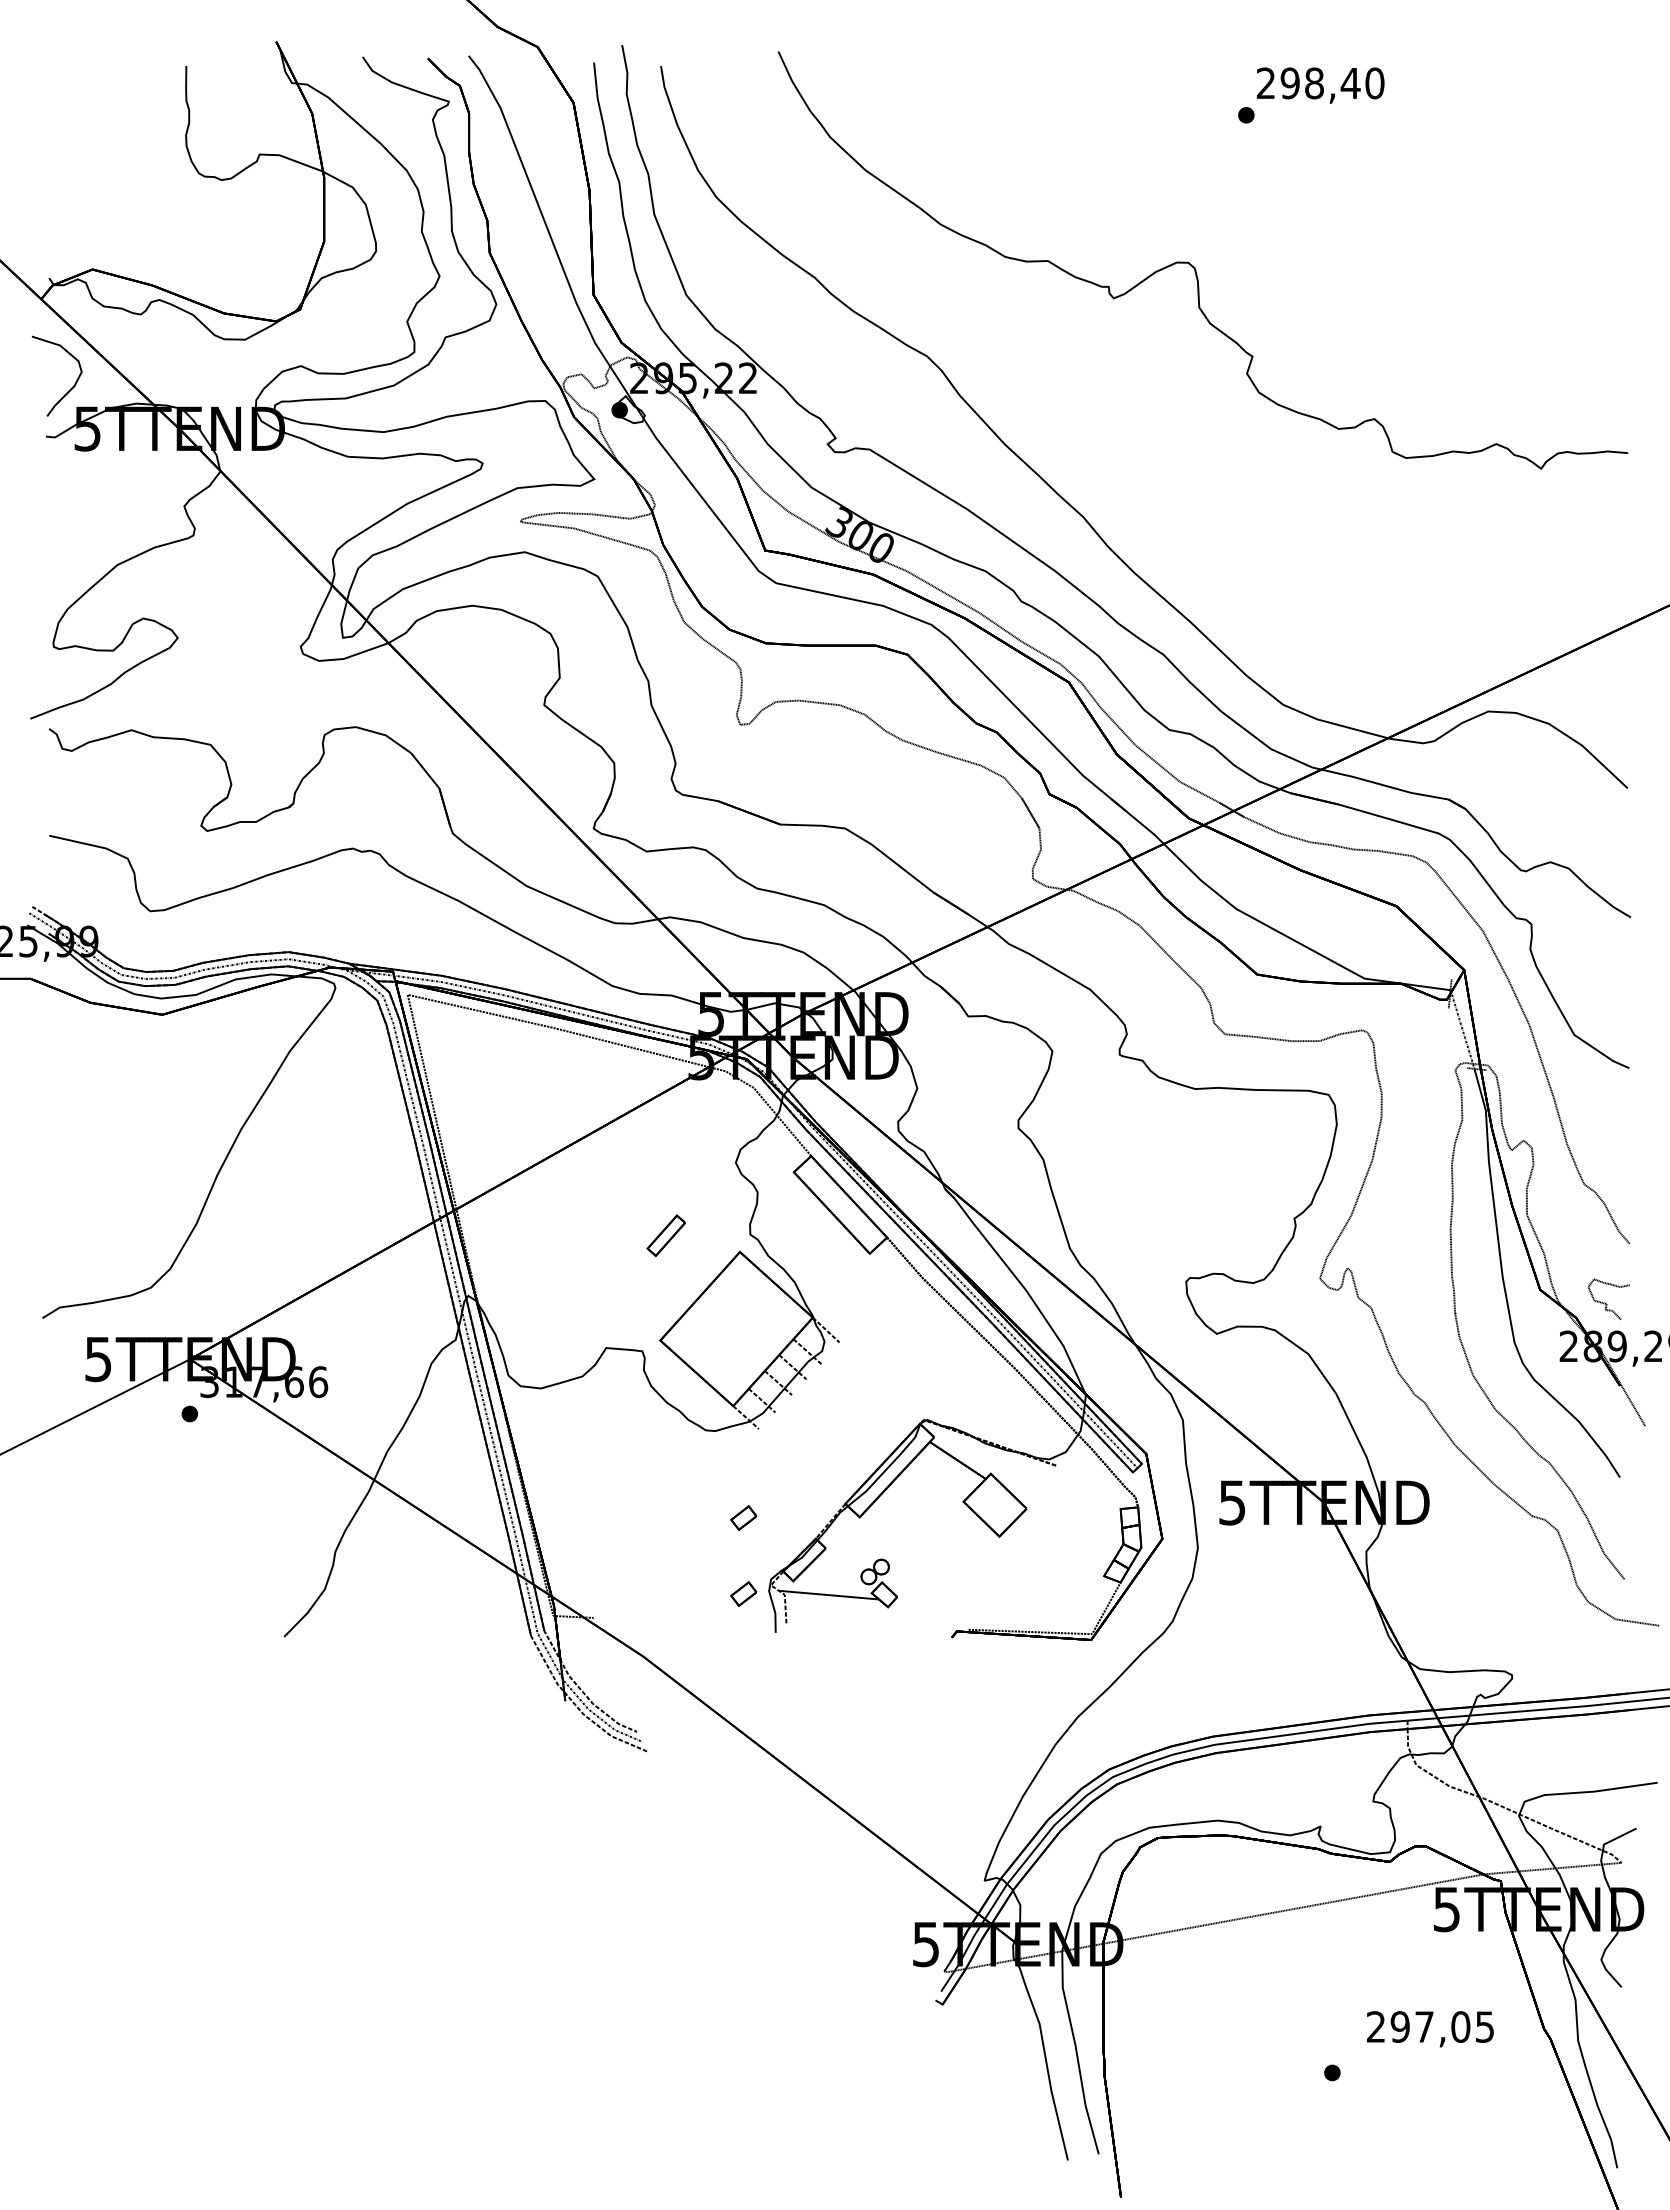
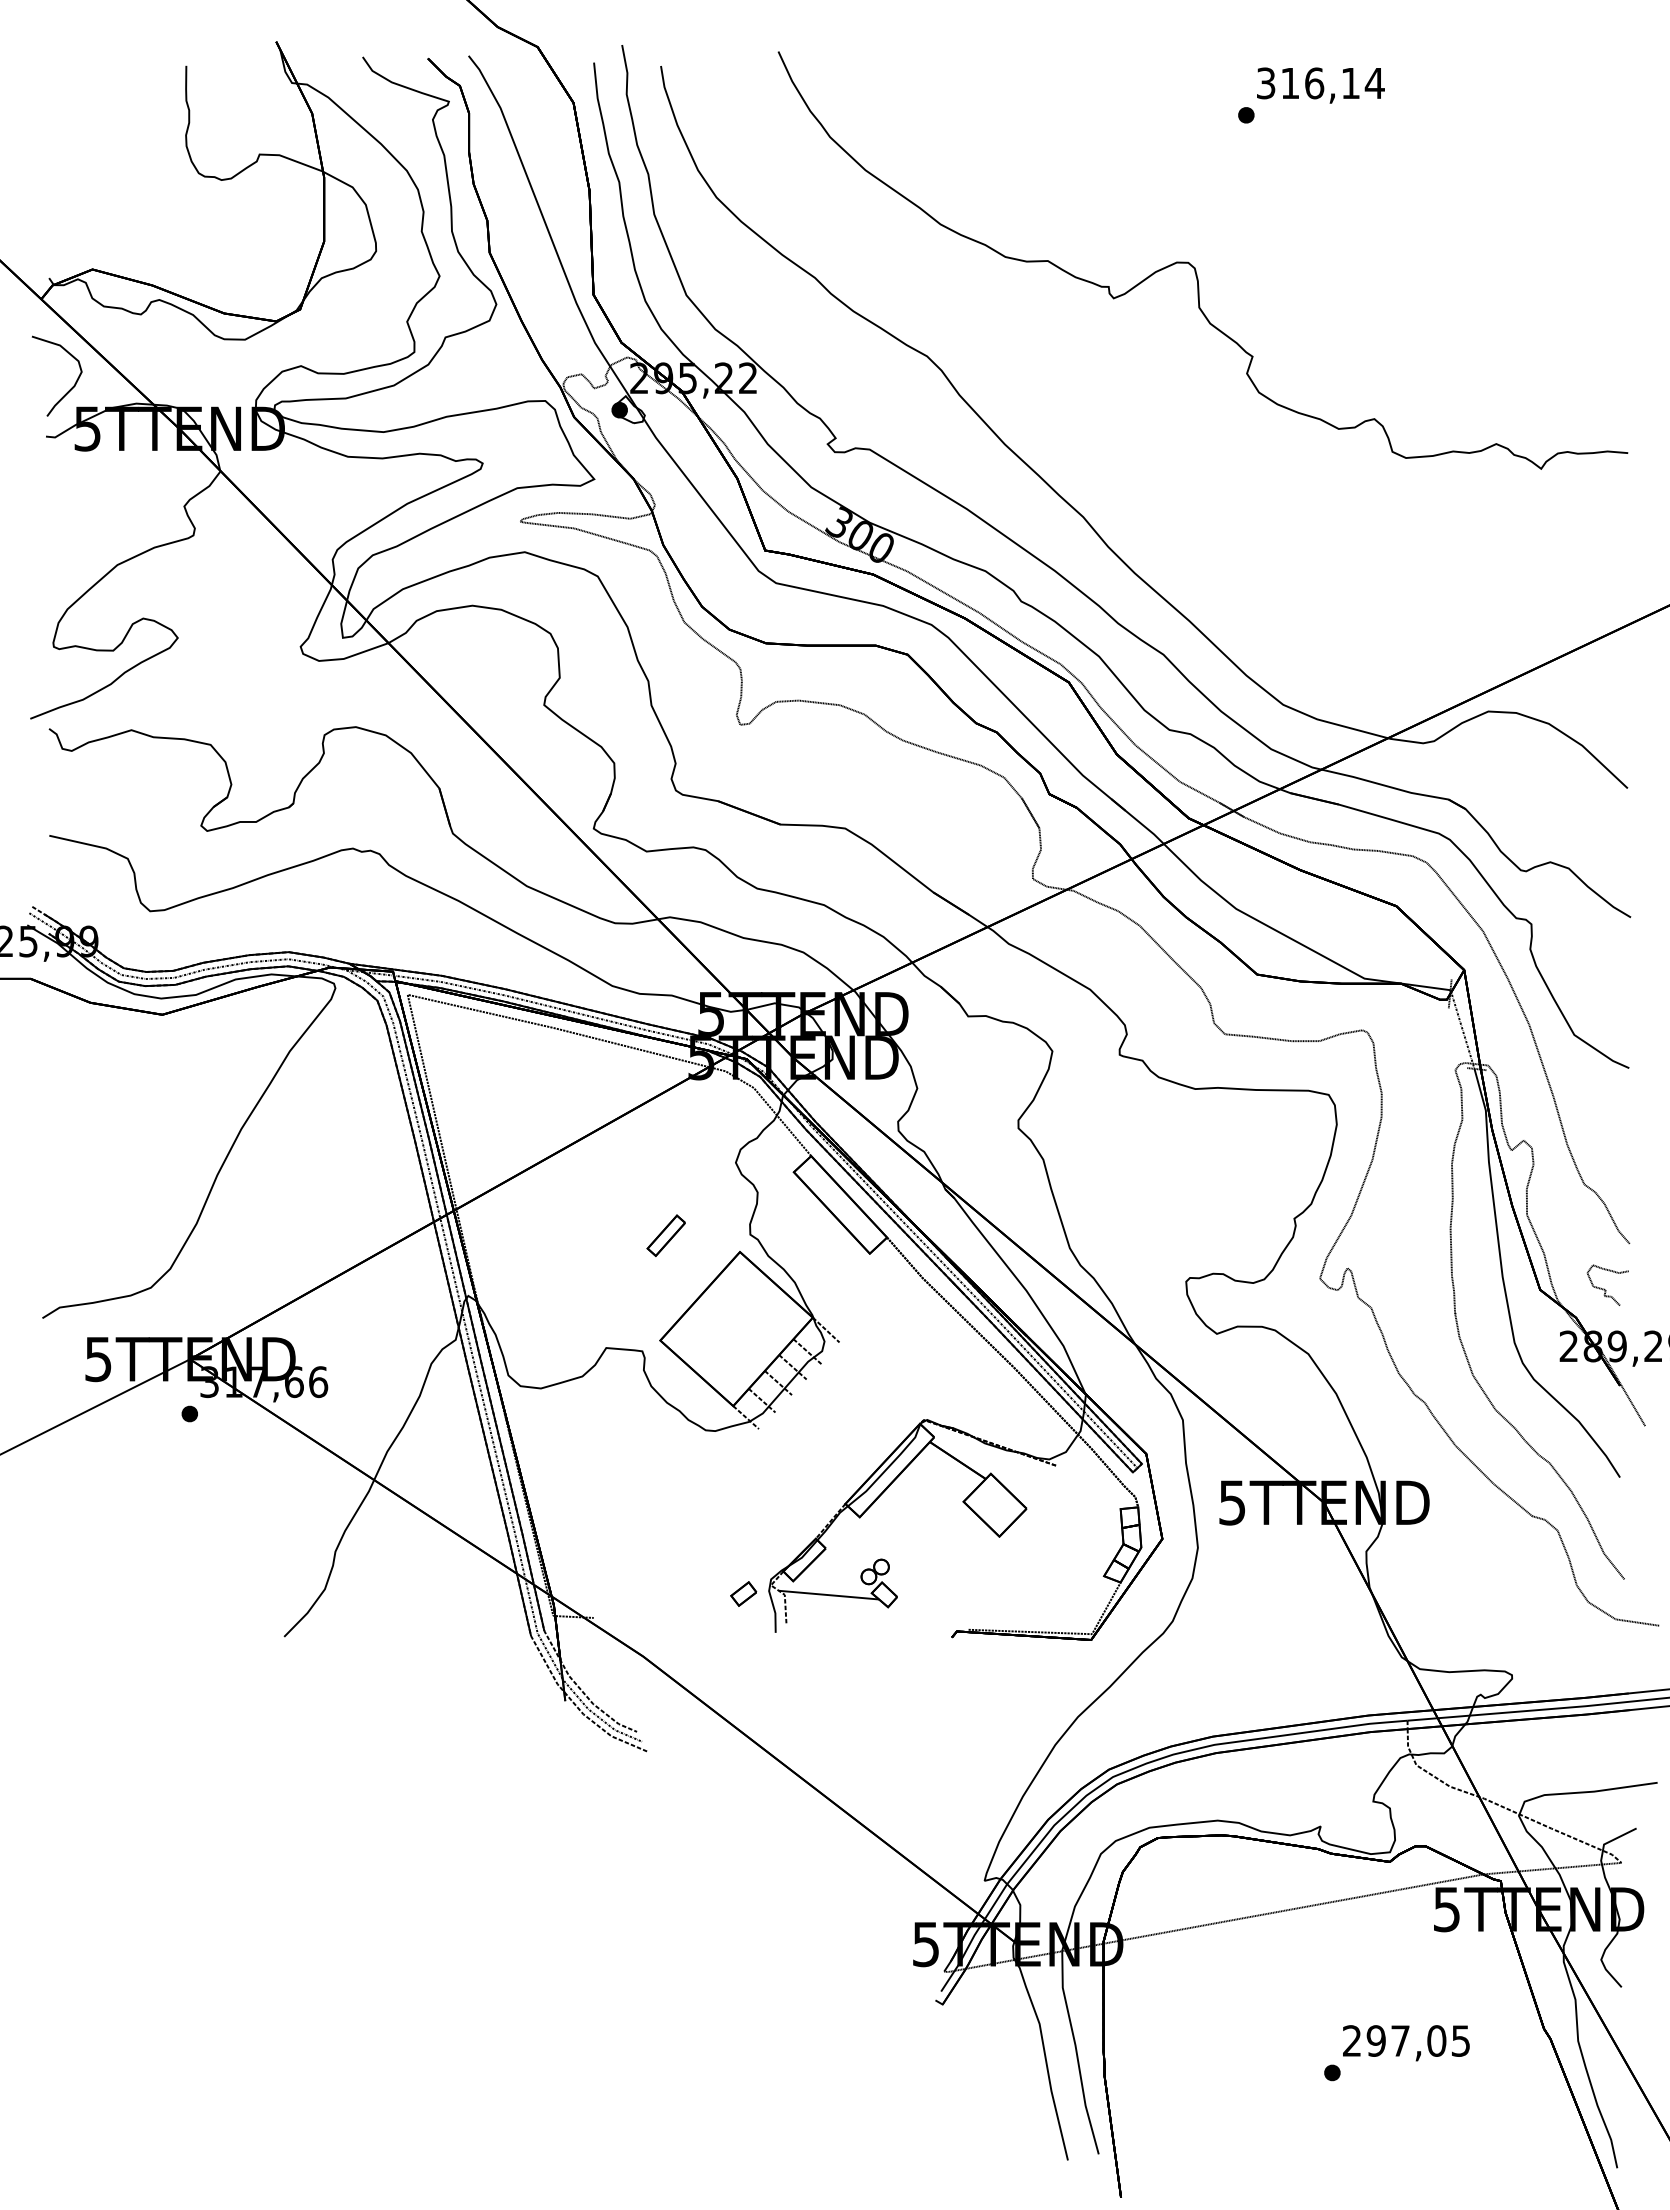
text at (1320, 83): 298,40 -> 316,14
curve at (1605, 1302) position: (1605, 1302) -> (1604, 1288)
part at (743, 1517): present -> none
text at (1430, 2029) position: (1430, 2029) -> (1406, 2043)
